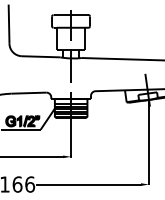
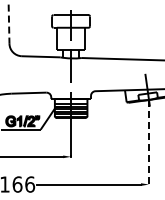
line at (9, 24): solid -> dashed
line at (149, 142): solid -> dashed
